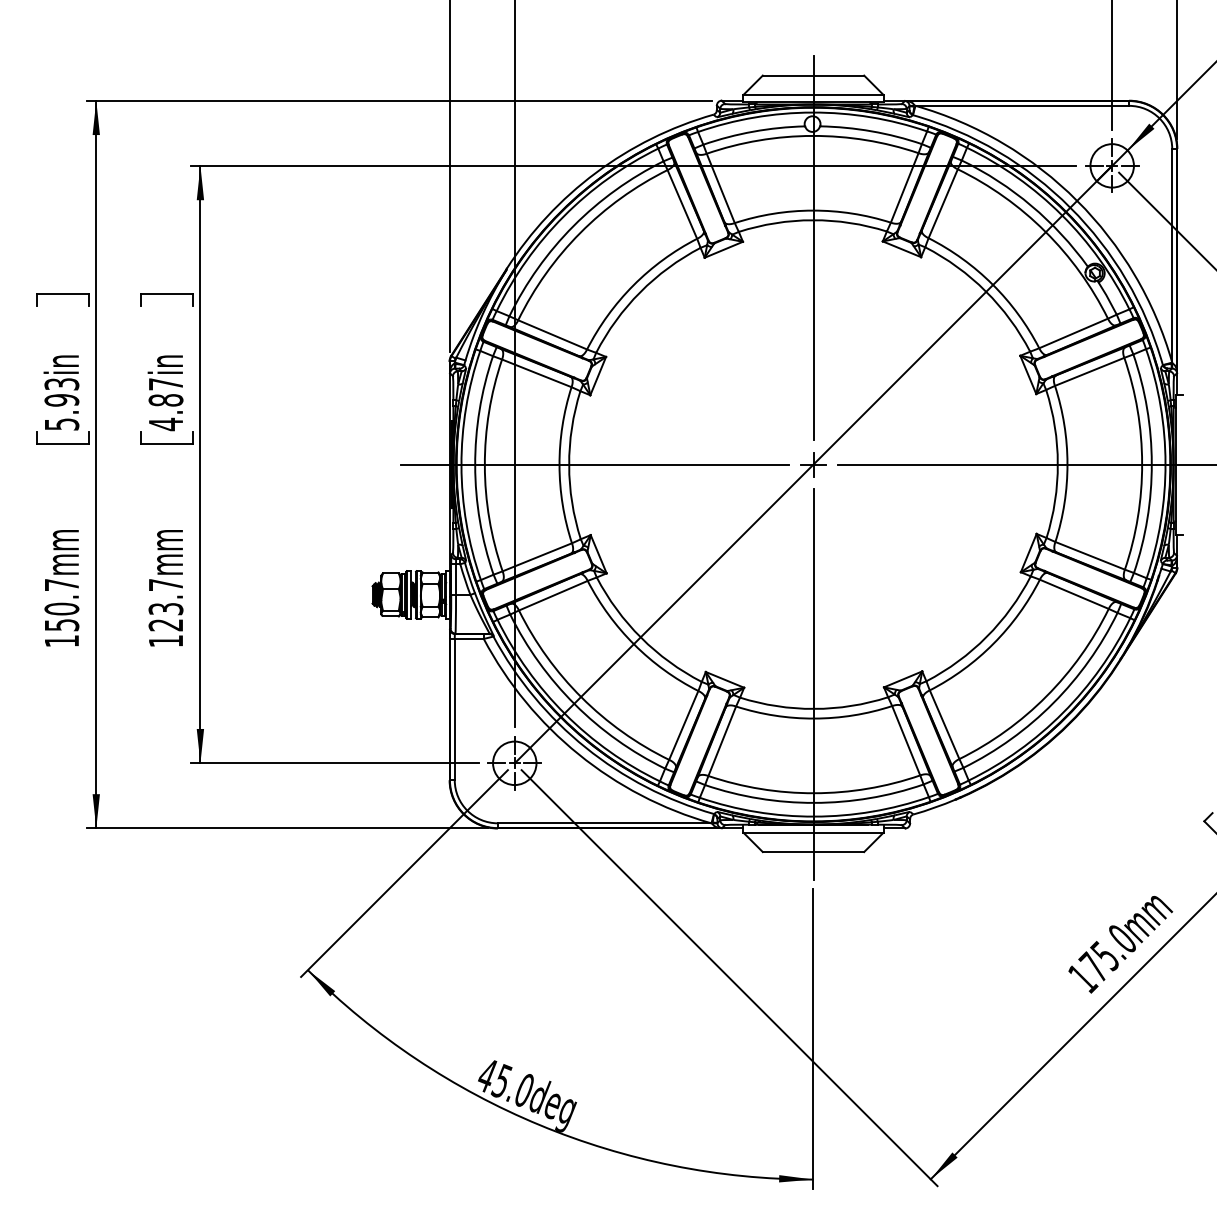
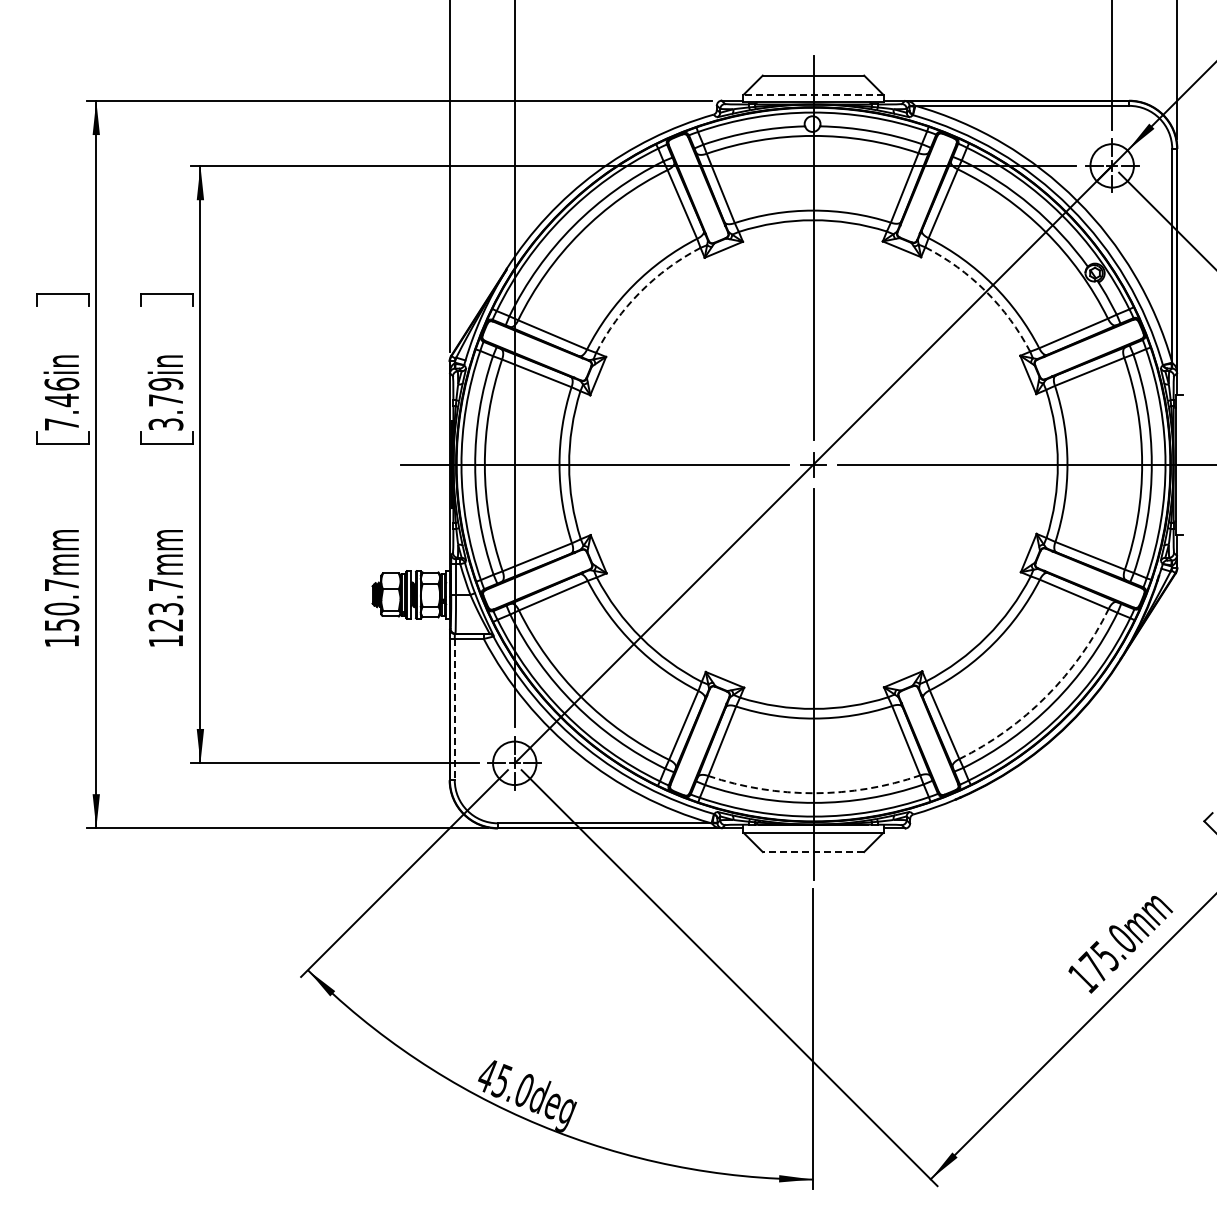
line at (813, 94): solid -> dashed
arc at (985, 291): solid -> dashed
arc at (640, 292): solid -> dashed
text at (61, 403): 5.93in -> 7.46in
text at (165, 404): 4.87in -> 3.79in
arc at (1046, 696): solid -> dashed
line at (454, 709): solid -> dashed
arc at (814, 793): solid -> dashed
line at (813, 852): solid -> dashed
